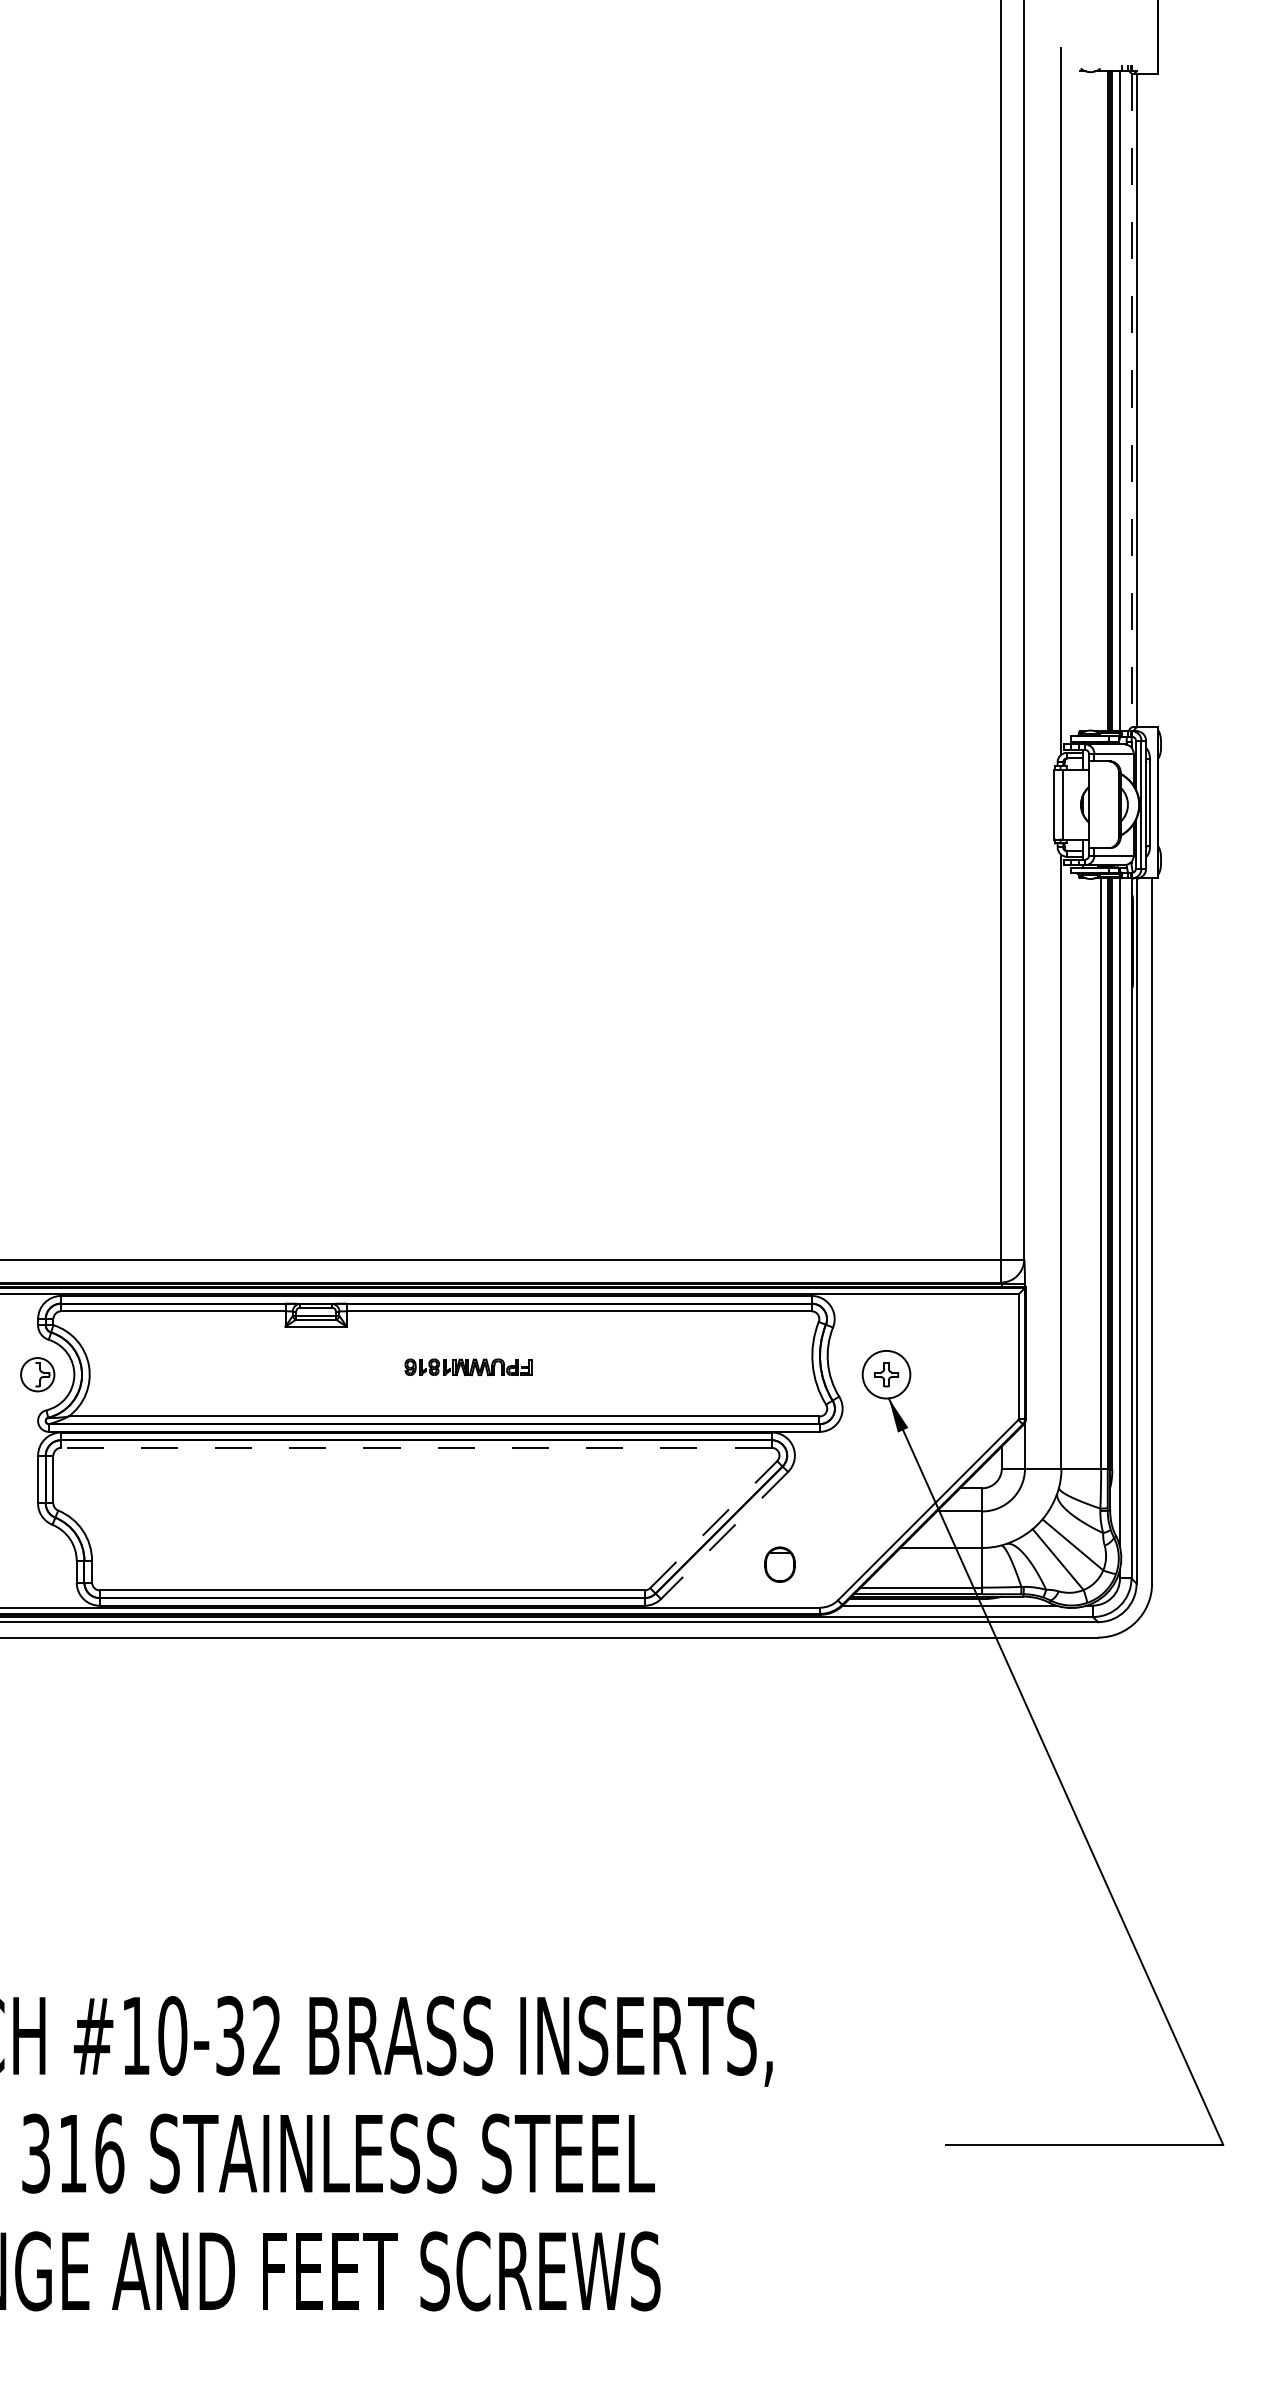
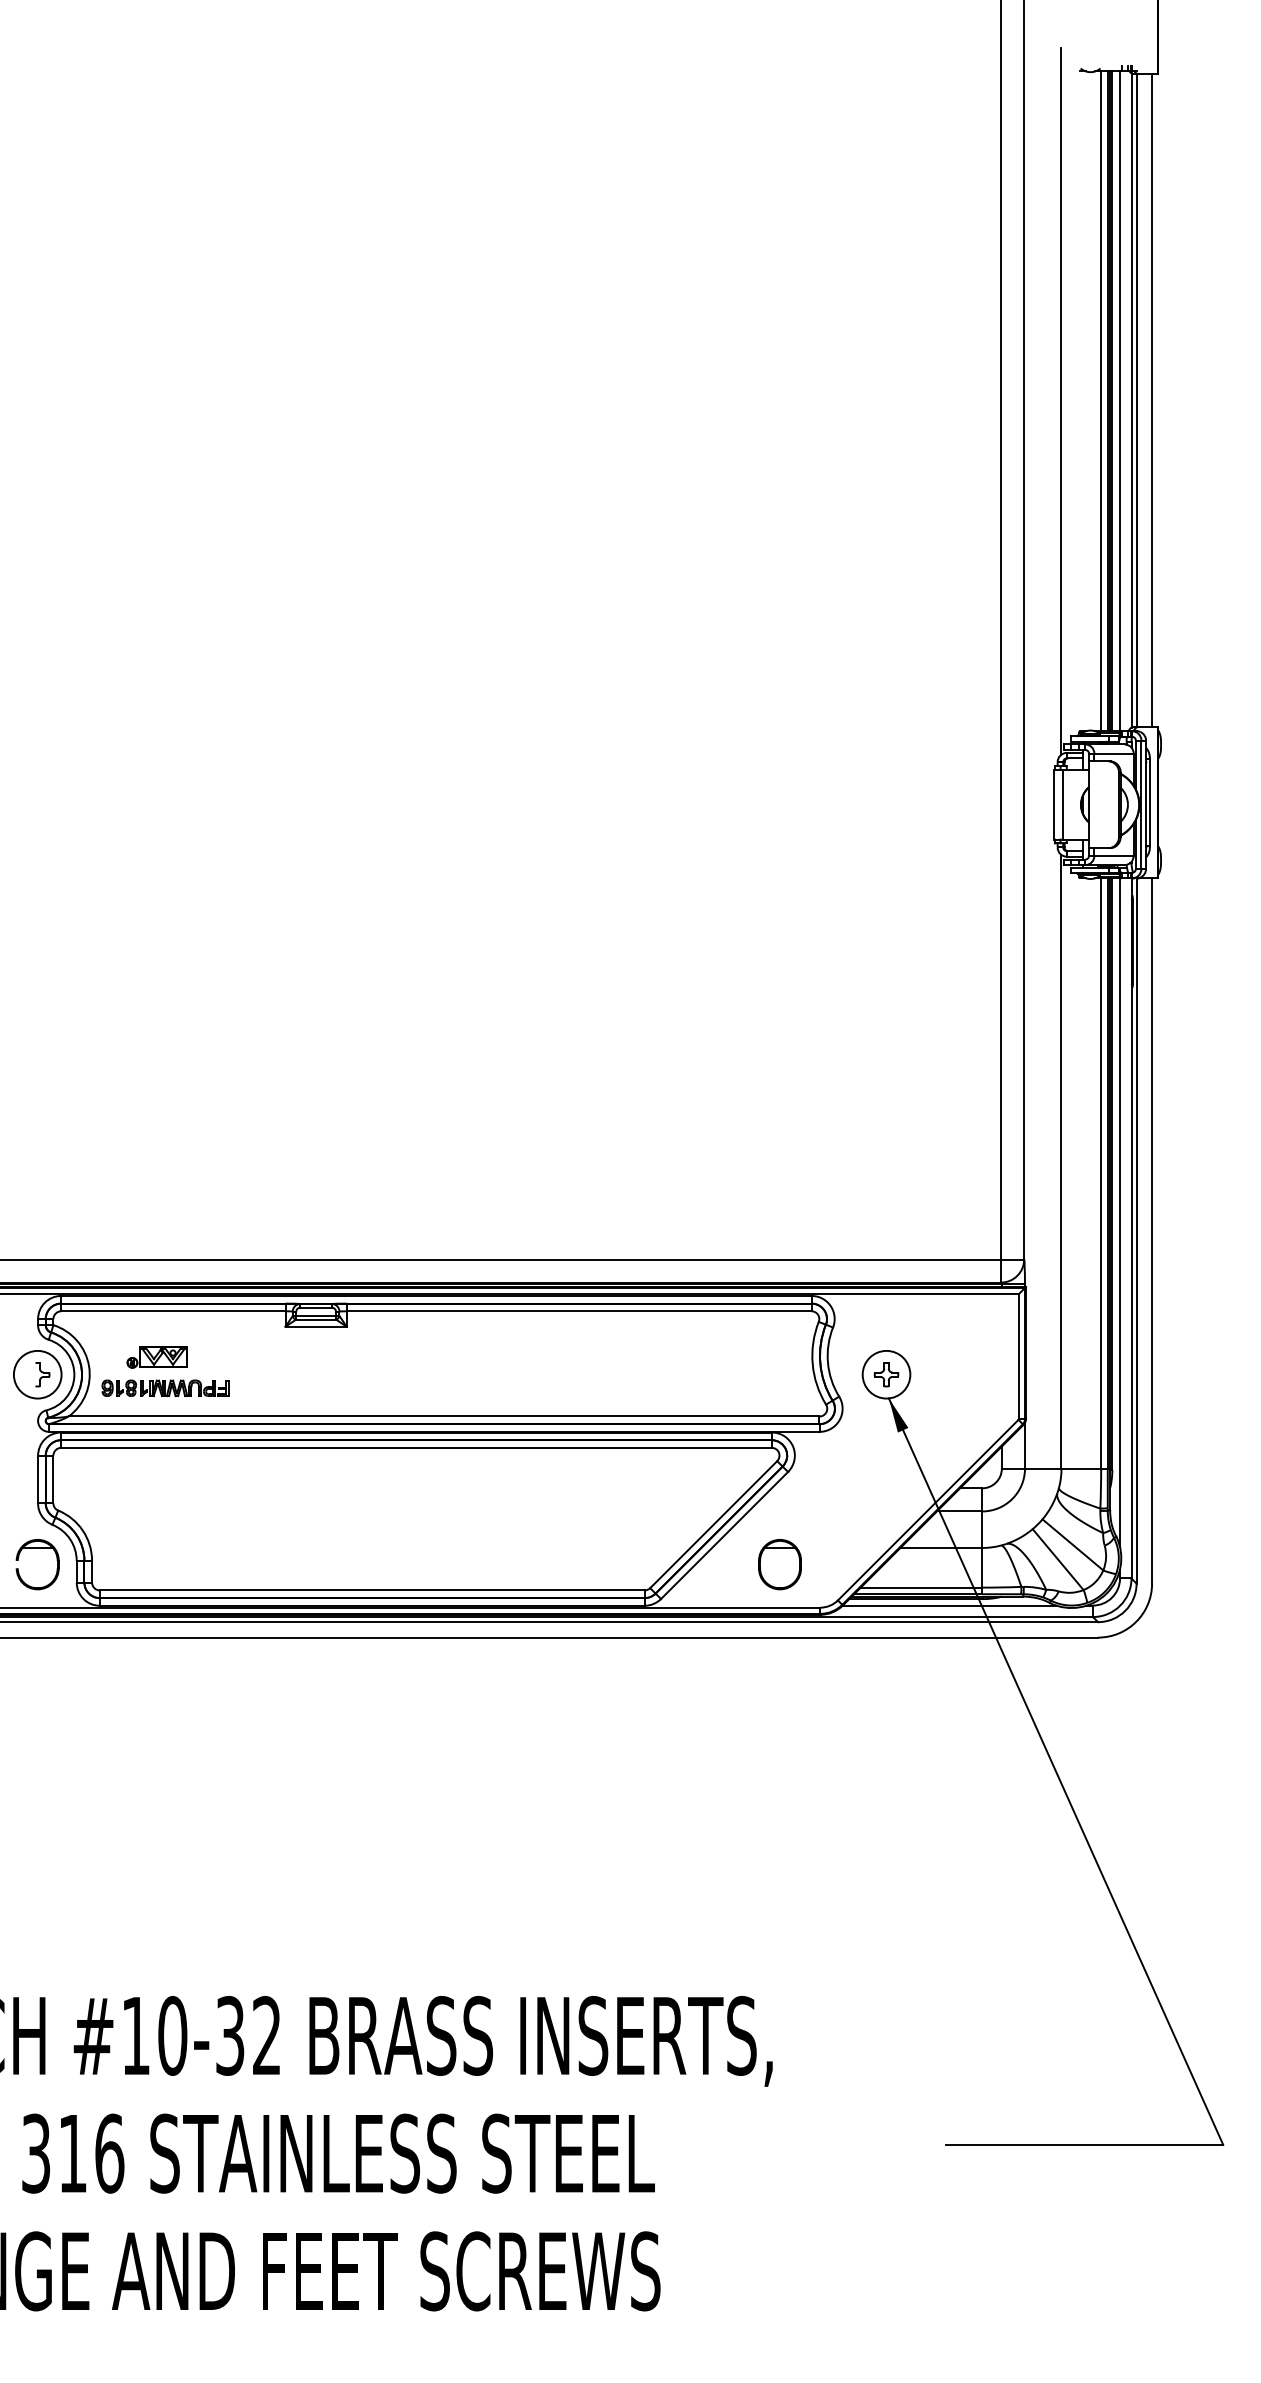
line at (1152, 400): none -> present
line at (1101, 401): none -> present
line at (1131, 401): dashed -> solid
part at (156, 1357): none -> present
part at (468, 1367) position: (468, 1367) -> (165, 1388)
circle at (37, 1374) diameter: 33 px -> 48 px
line at (415, 1447): dashed -> solid
line at (713, 1524): dashed -> solid
line at (724, 1535): dashed -> solid
part at (37, 1548): none -> present
part at (779, 1564) size: 32x37 px -> 44x52 px
